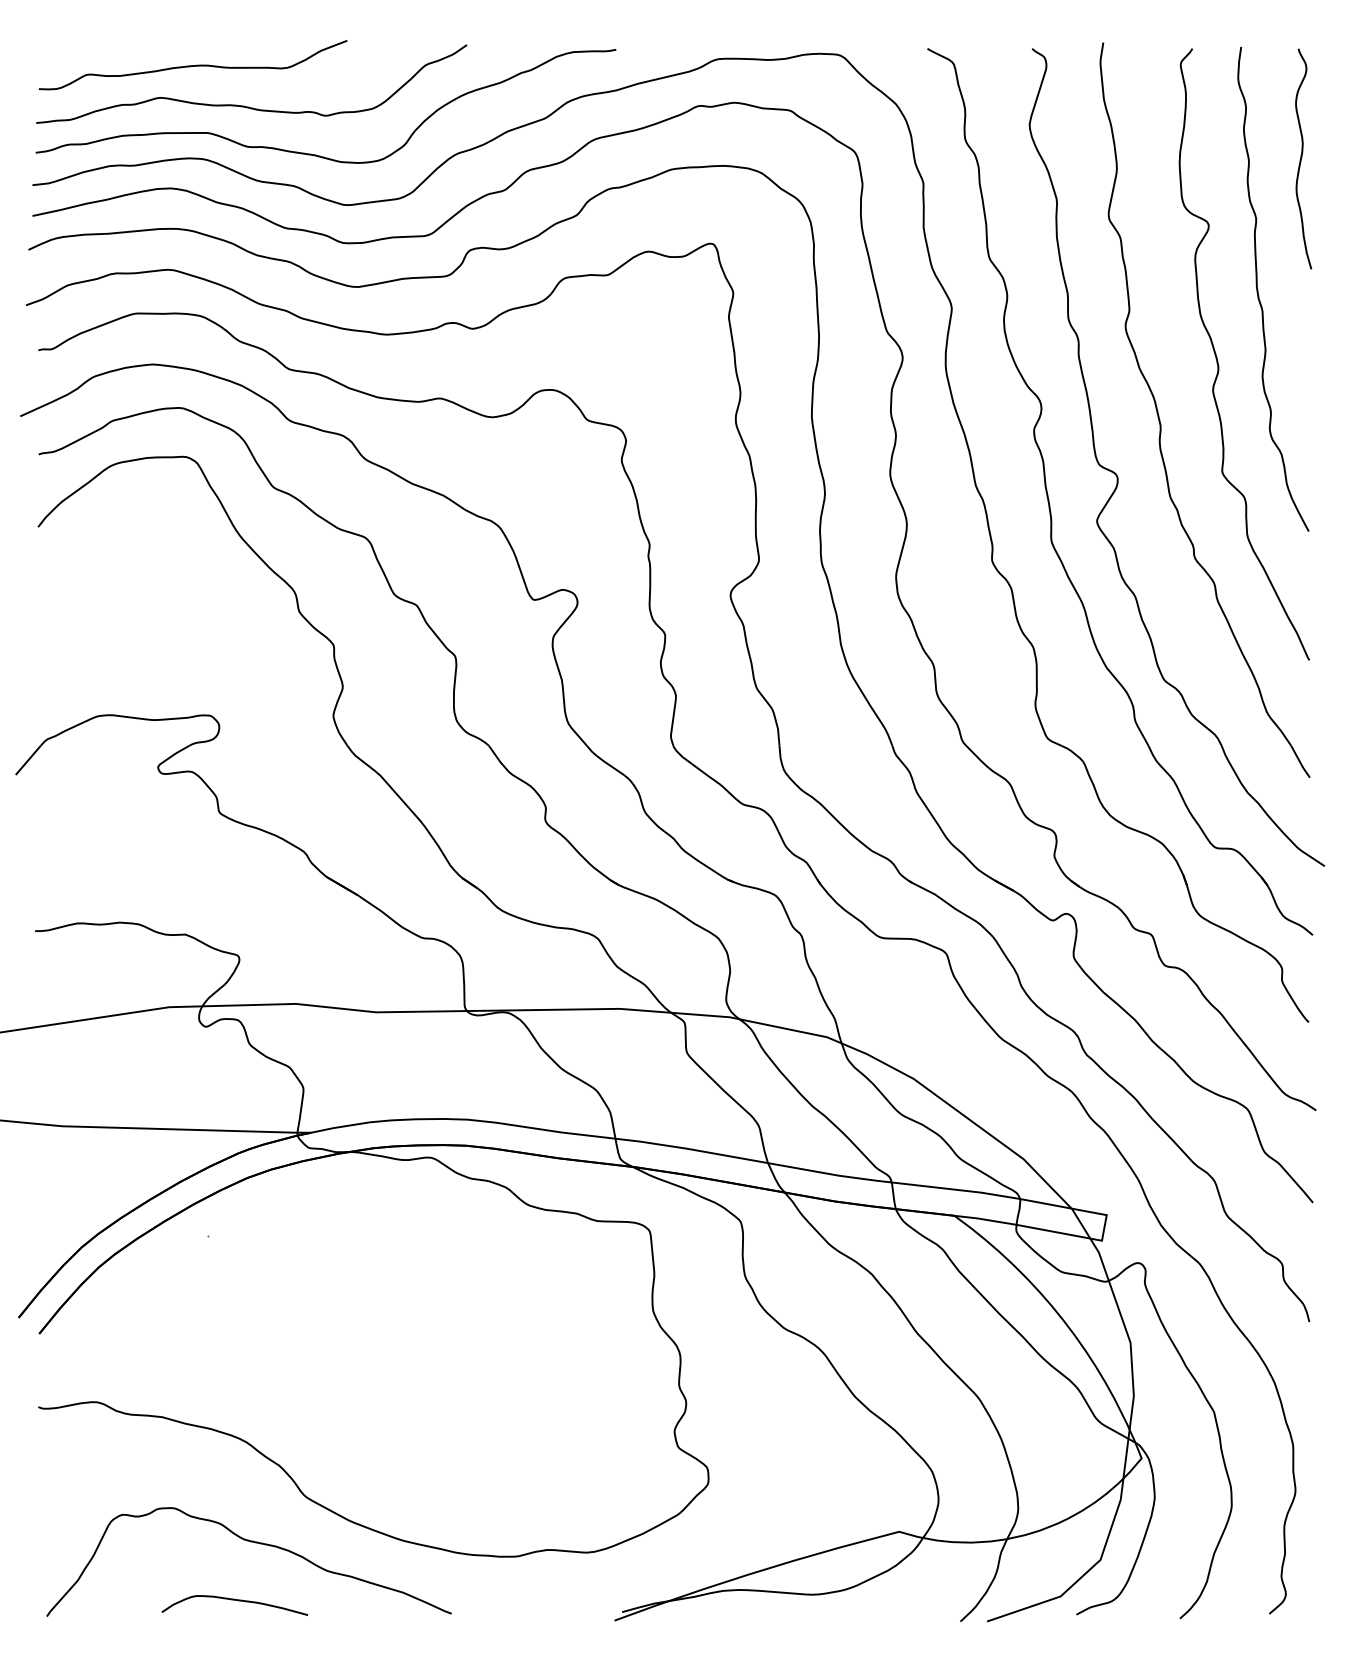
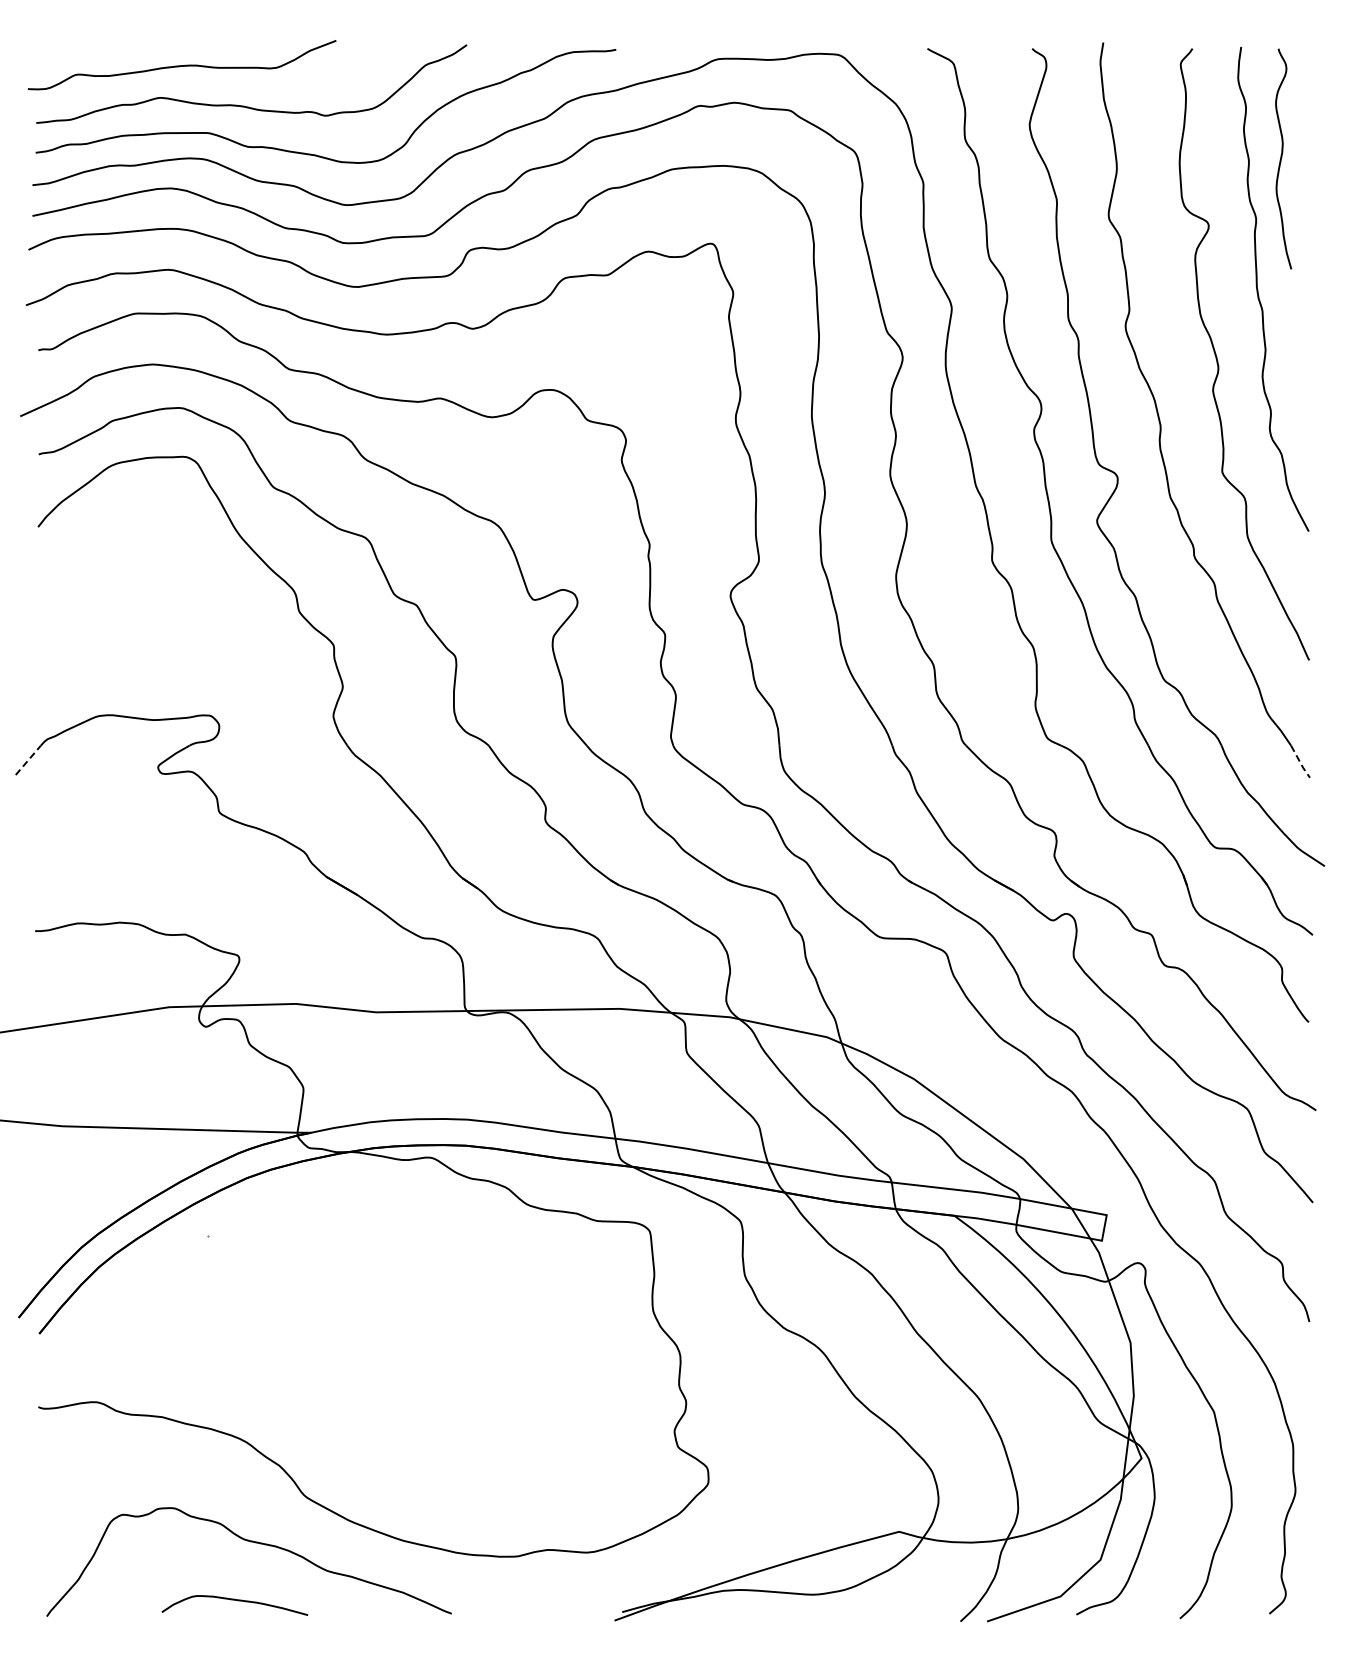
curve at (193, 65) position: (193, 65) -> (182, 65)
curve at (1302, 157) position: (1302, 157) -> (1282, 157)
line at (28, 759): solid -> dashed
line at (1300, 762): solid -> dashed
